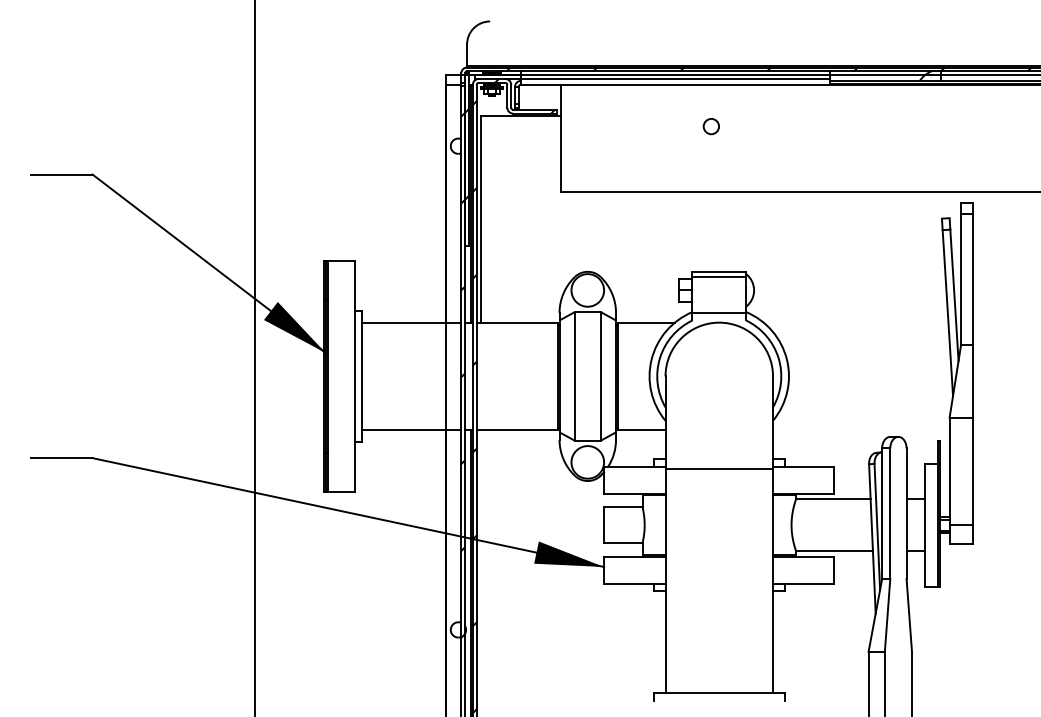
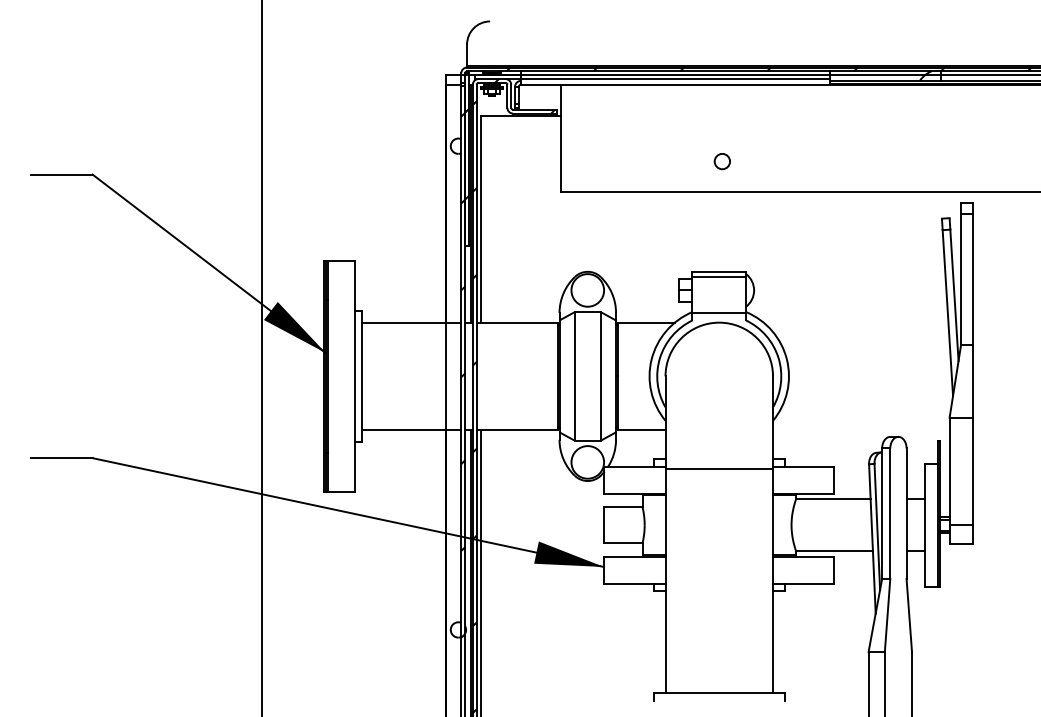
circle at (710, 126) position: (710, 126) -> (721, 161)
line at (254, 357) position: (254, 357) -> (261, 357)
line at (480, 571): none -> present
